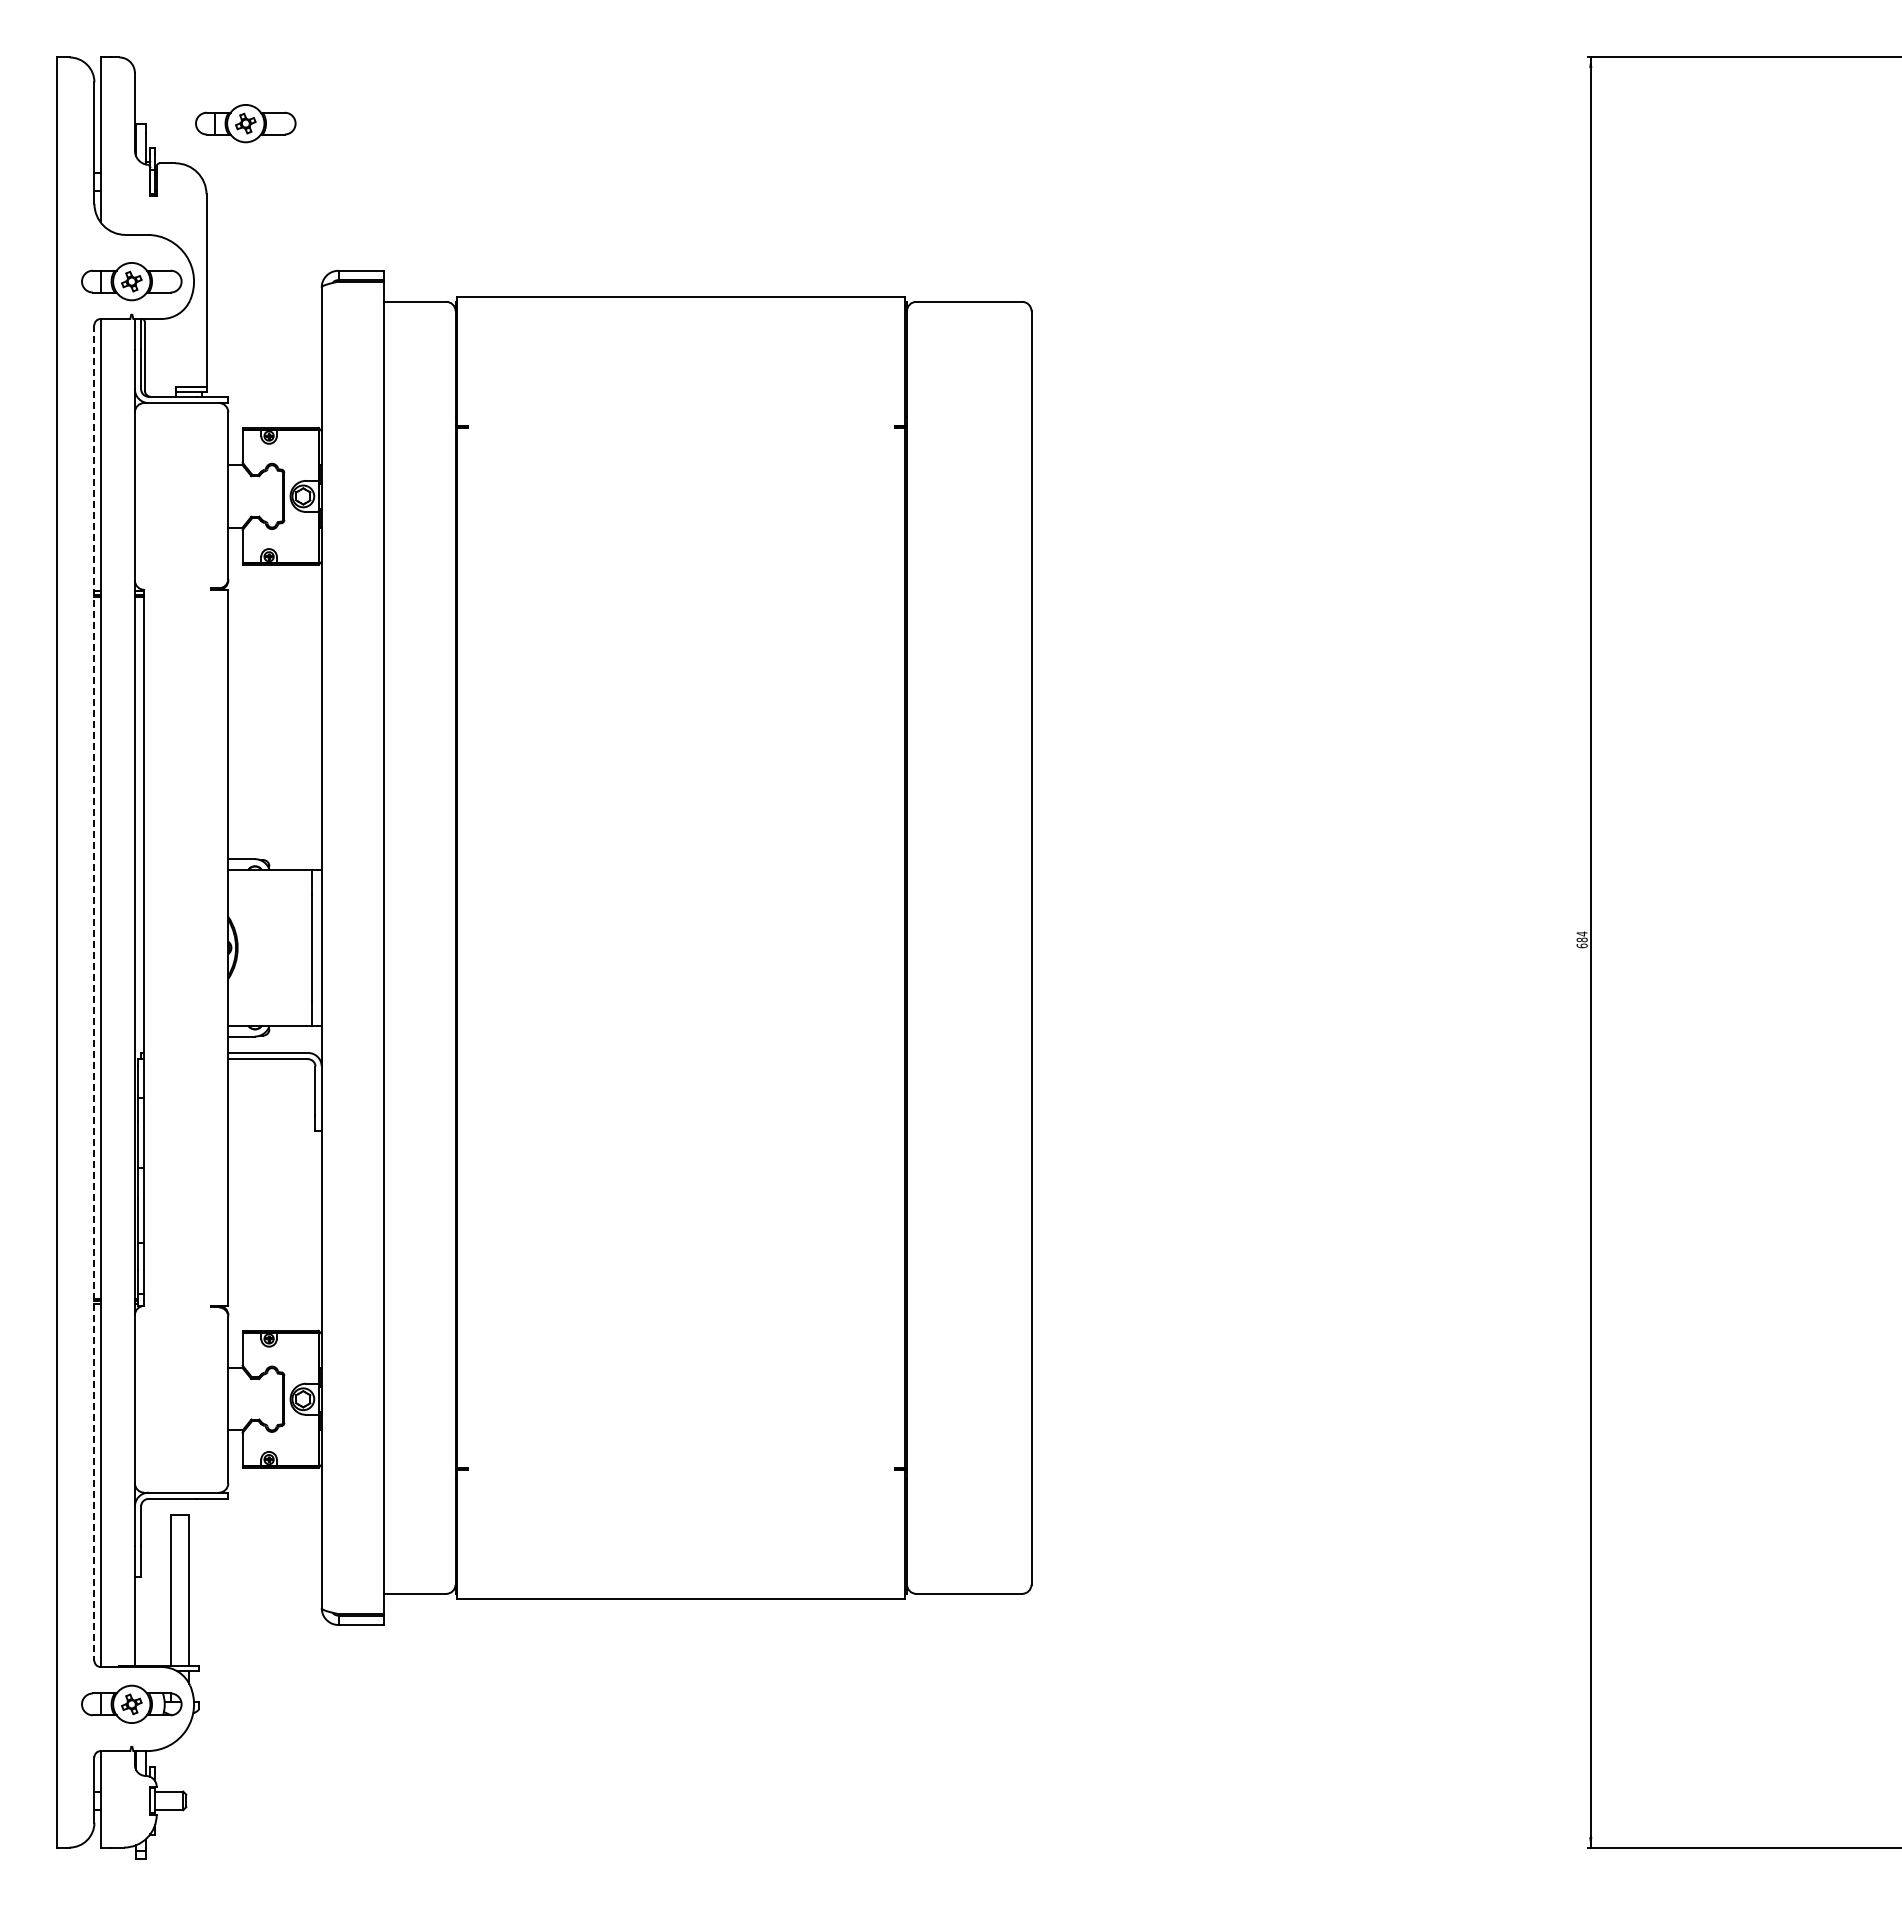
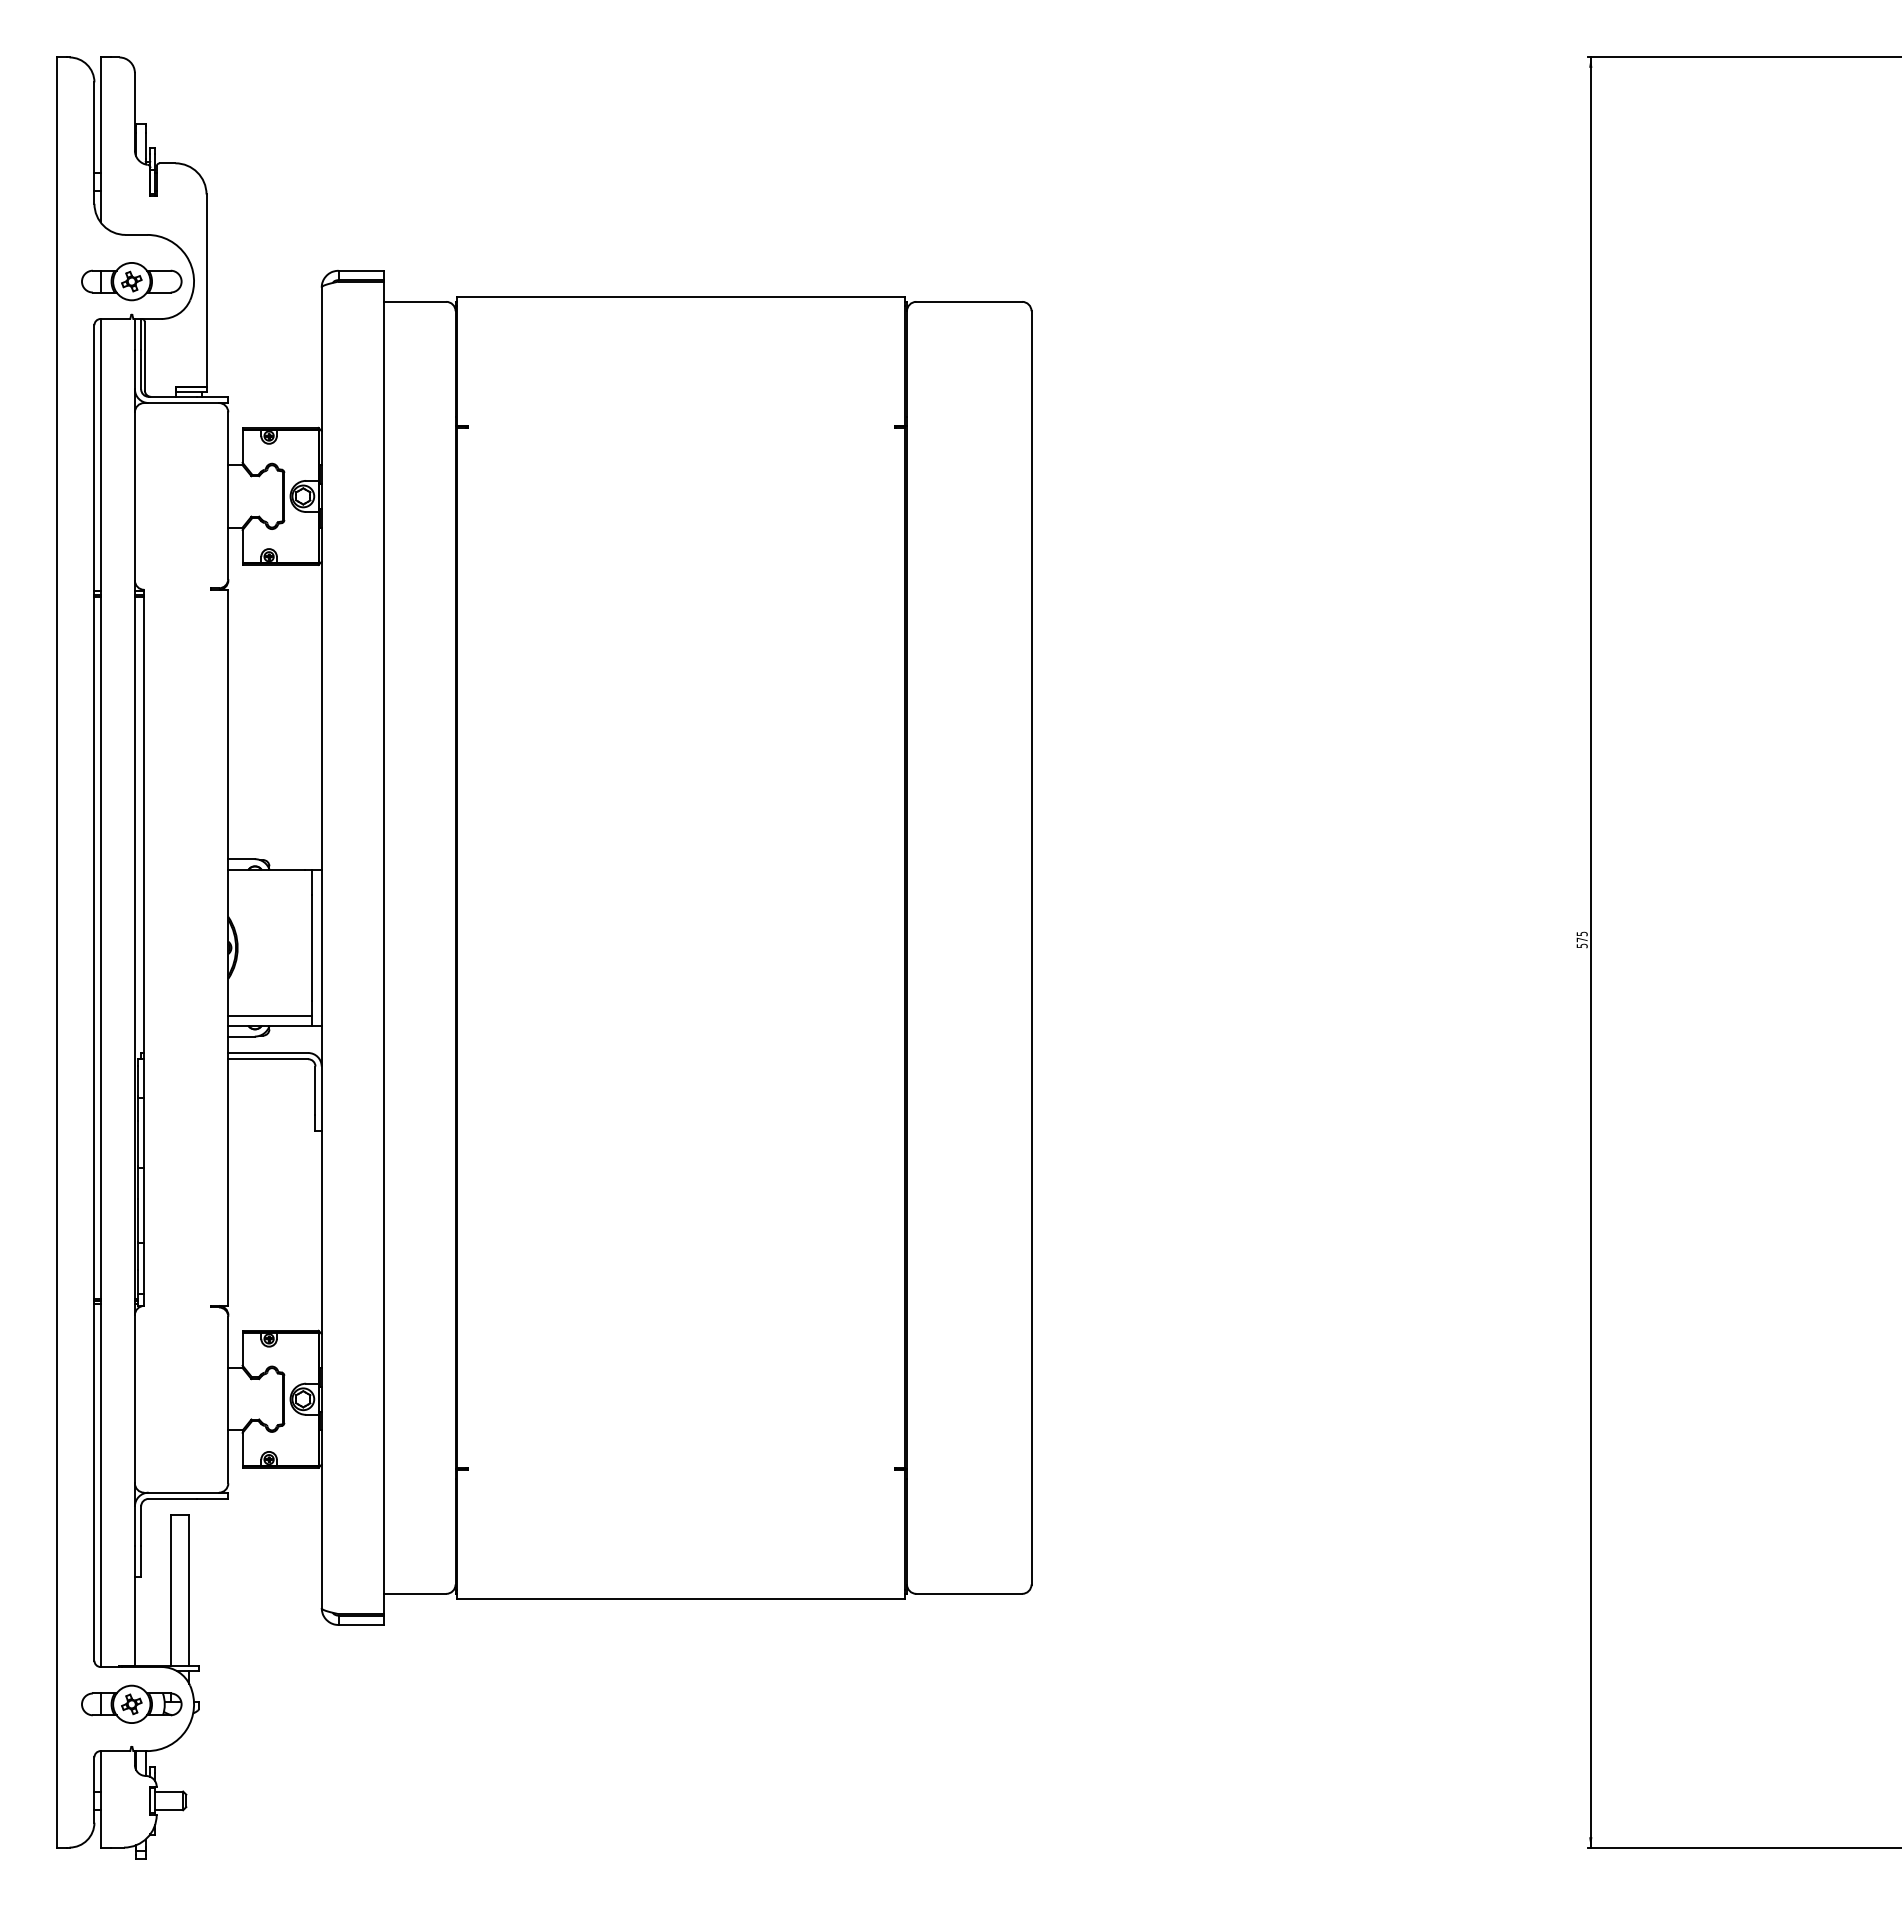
part at (245, 123): present -> none
text at (1581, 939): 684 -> 575
line at (94, 993): dashed -> solid
line at (270, 1016): none -> present
